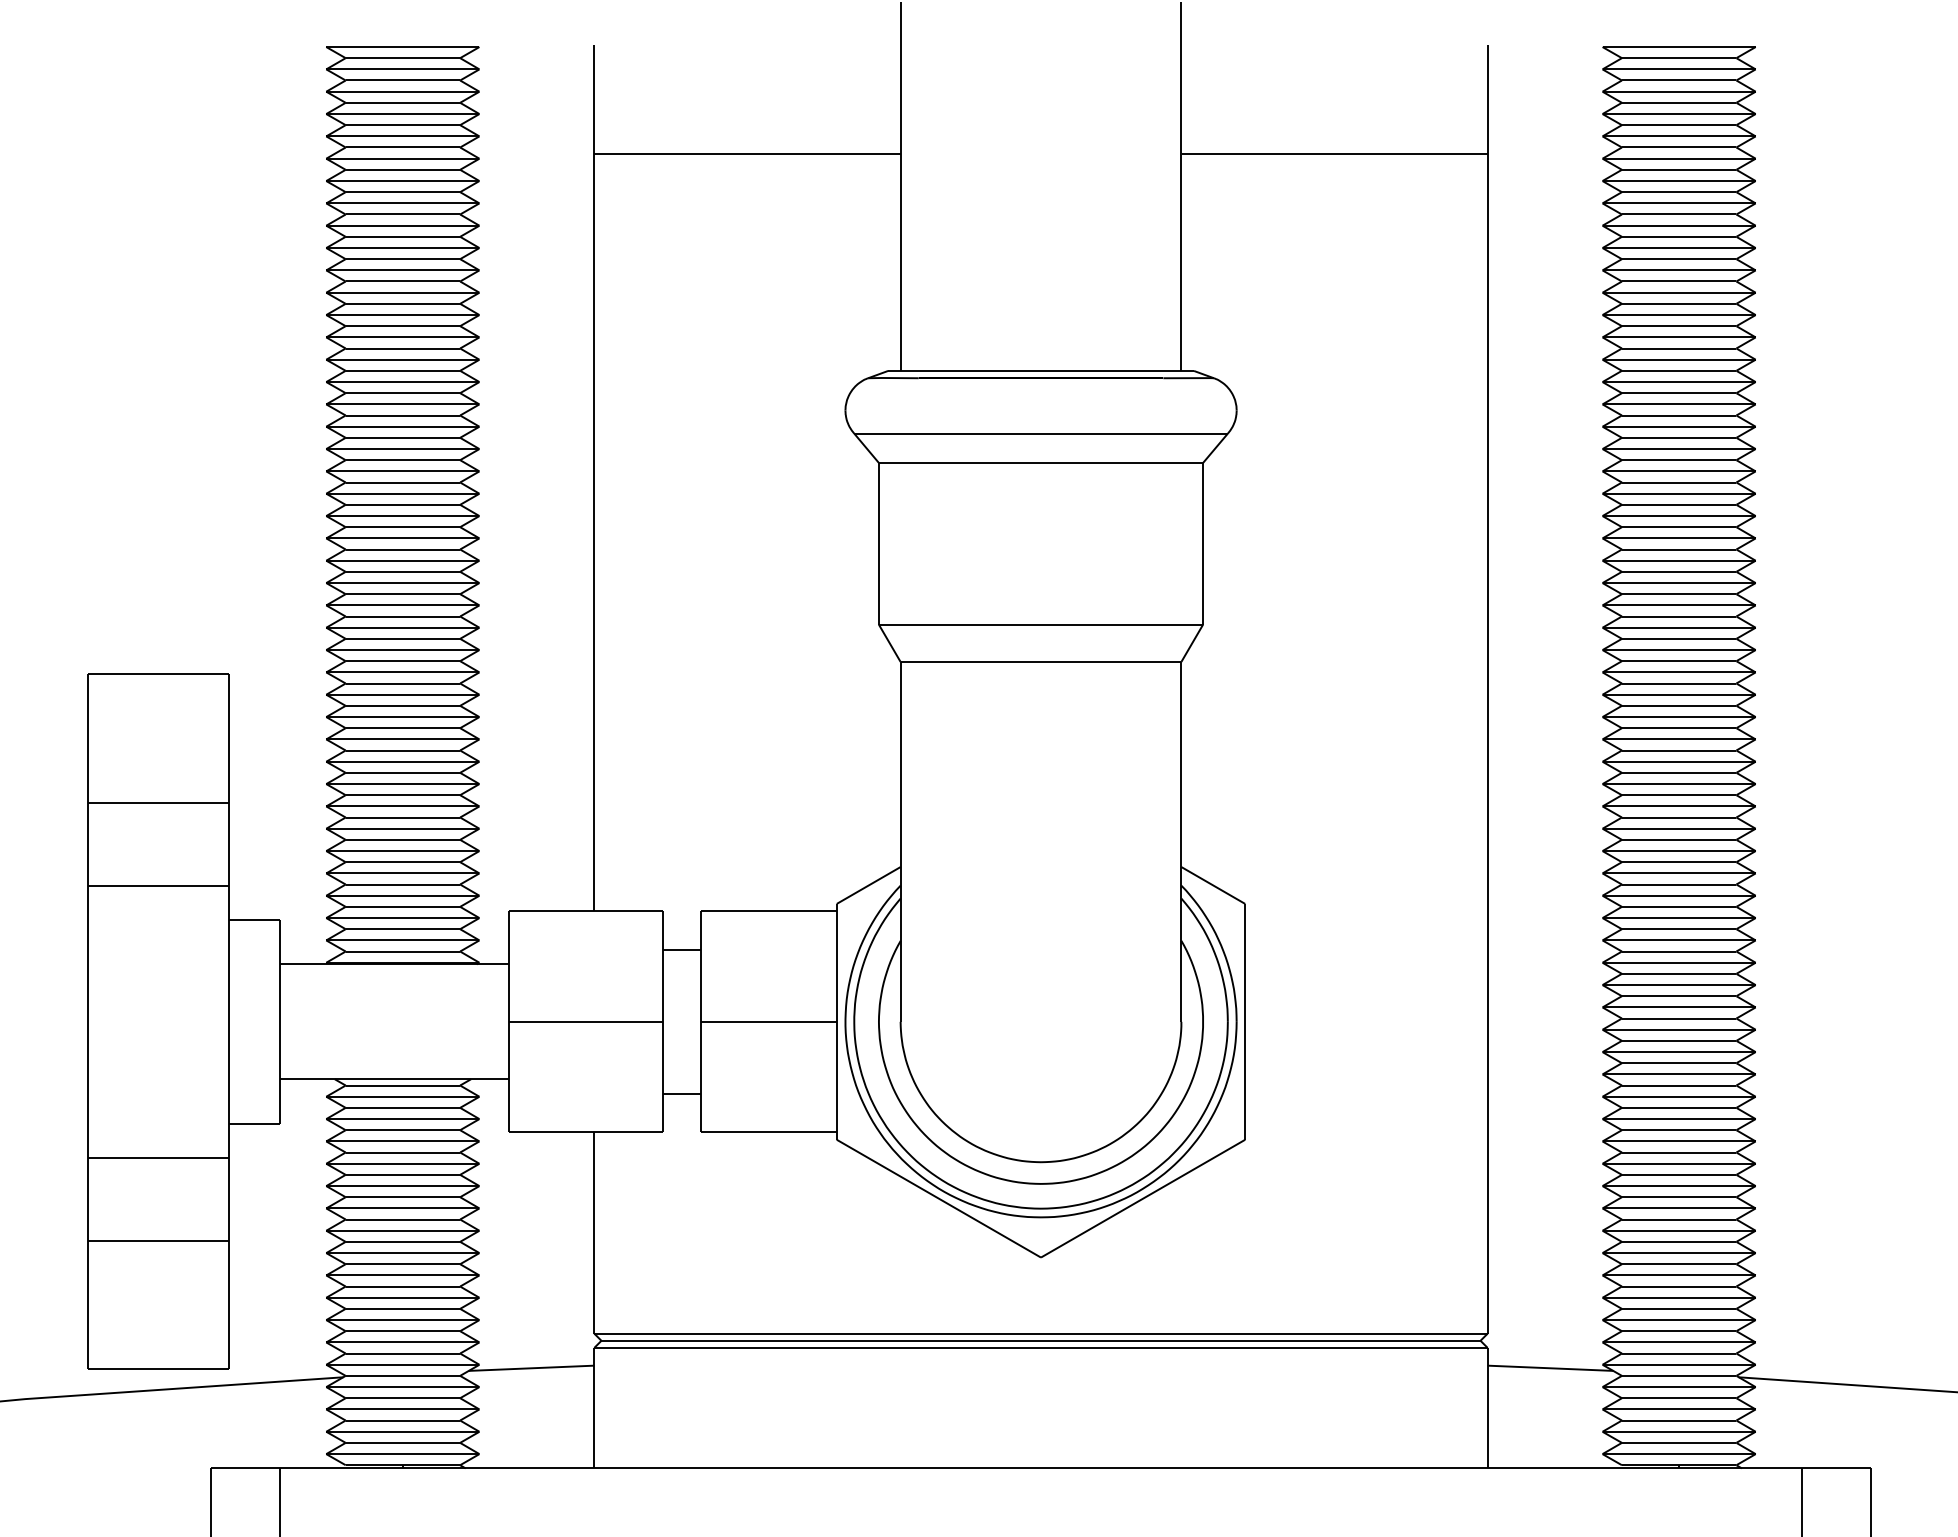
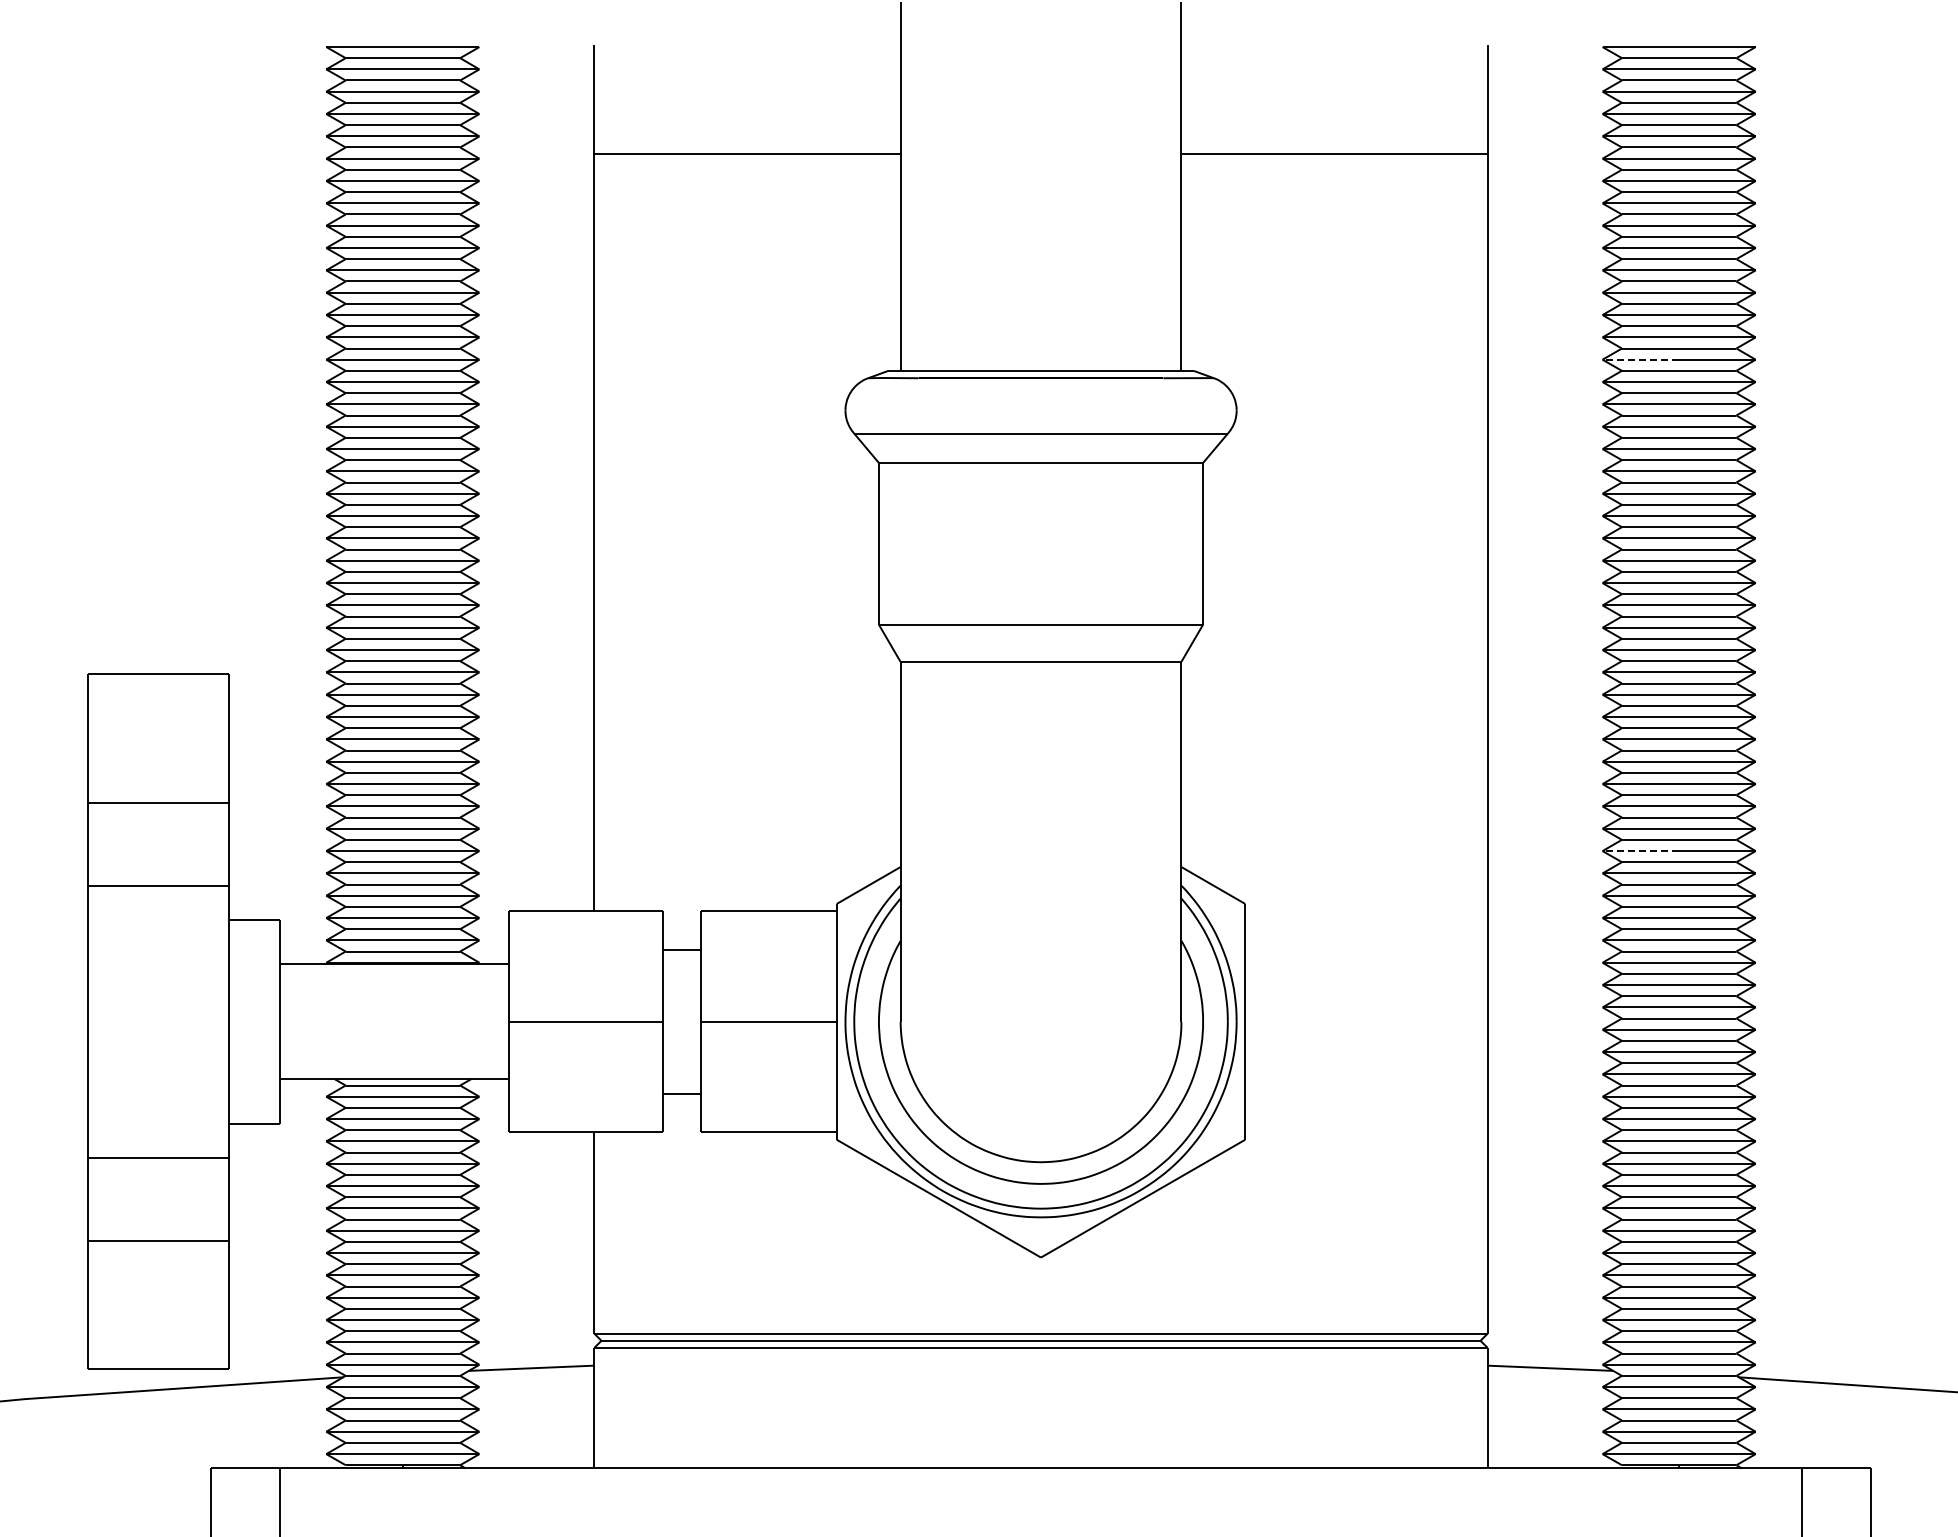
line at (1640, 359): solid -> dashed
line at (1640, 851): solid -> dashed
